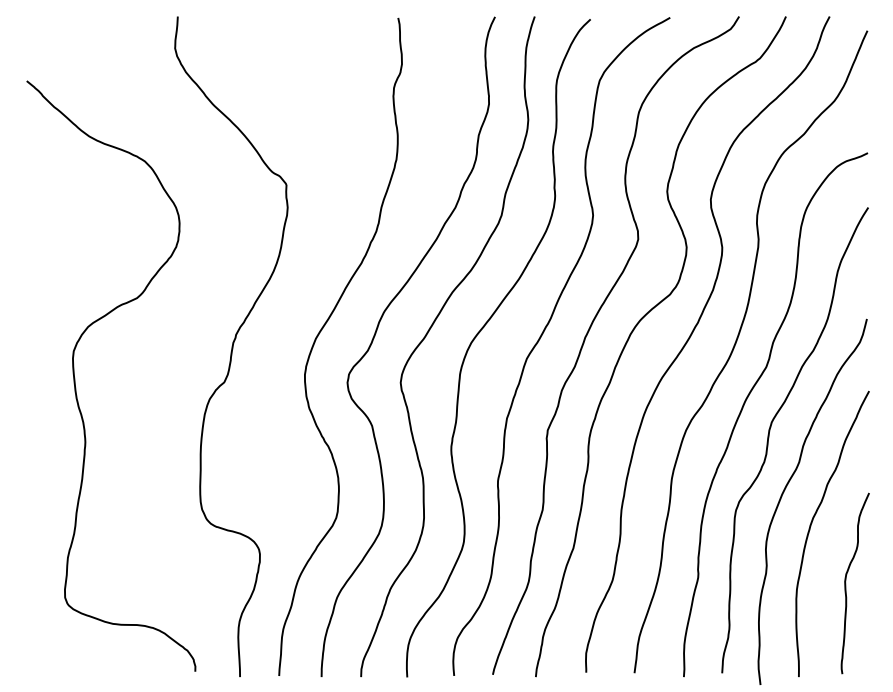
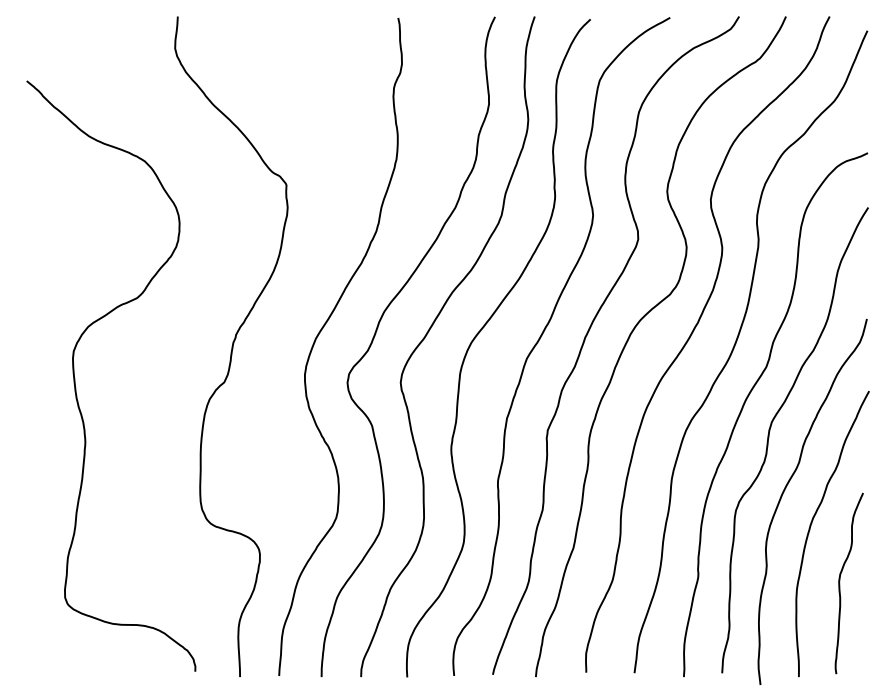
curve at (846, 583) position: (846, 583) -> (840, 583)
